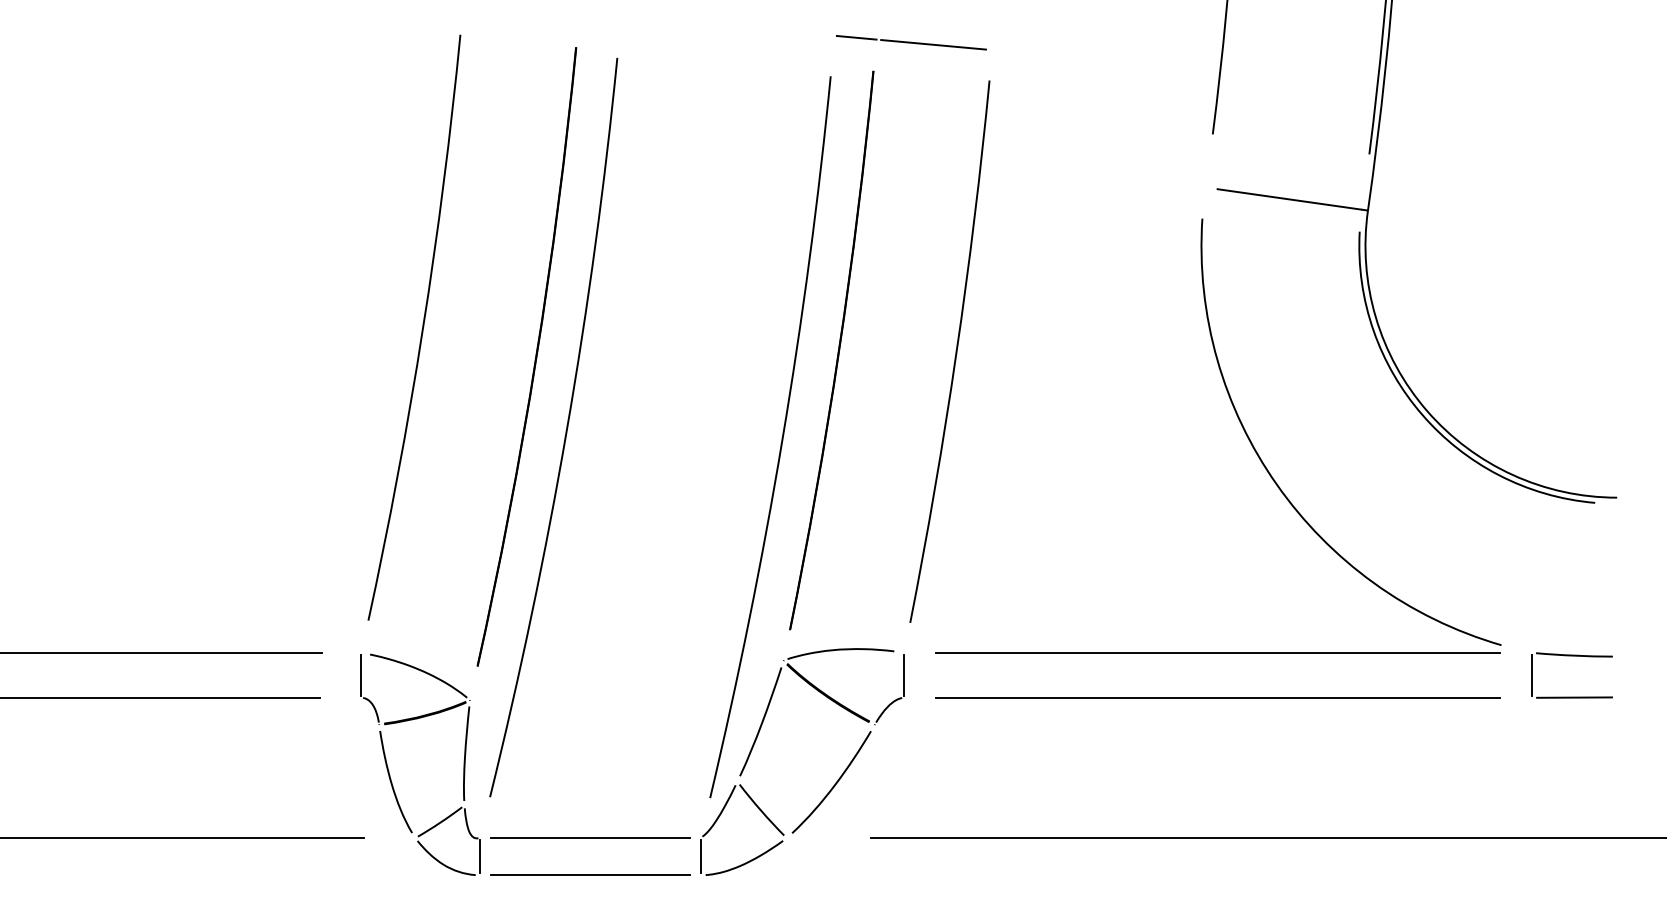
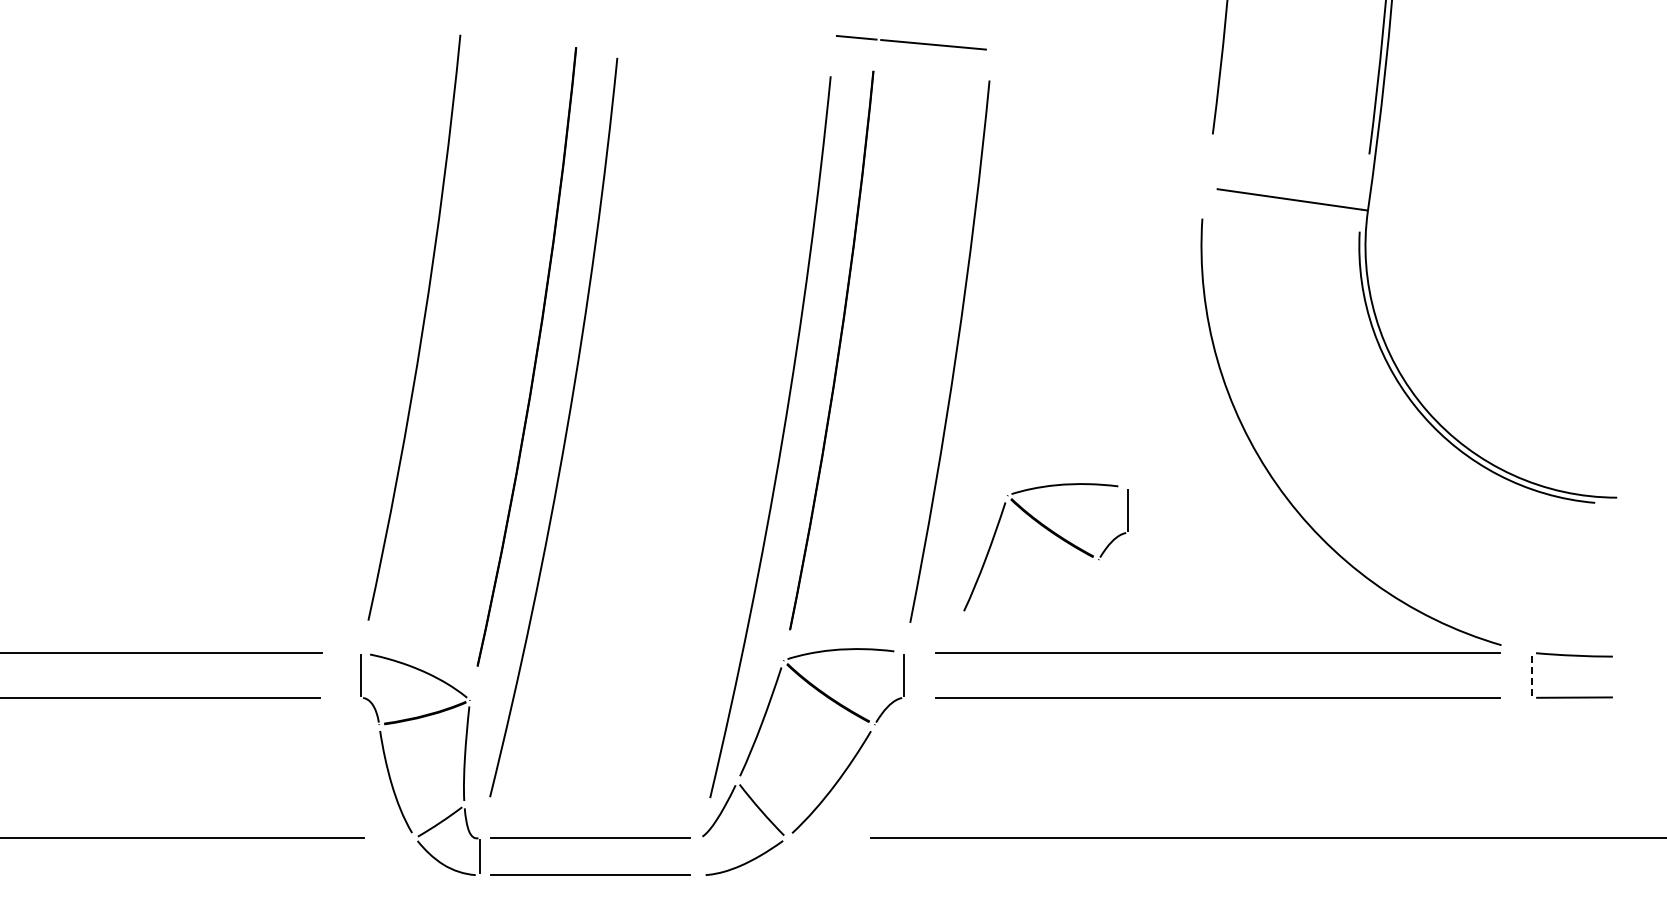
part at (1054, 535): none -> present
line at (1531, 674): solid -> dashed
line at (700, 856): present -> none
